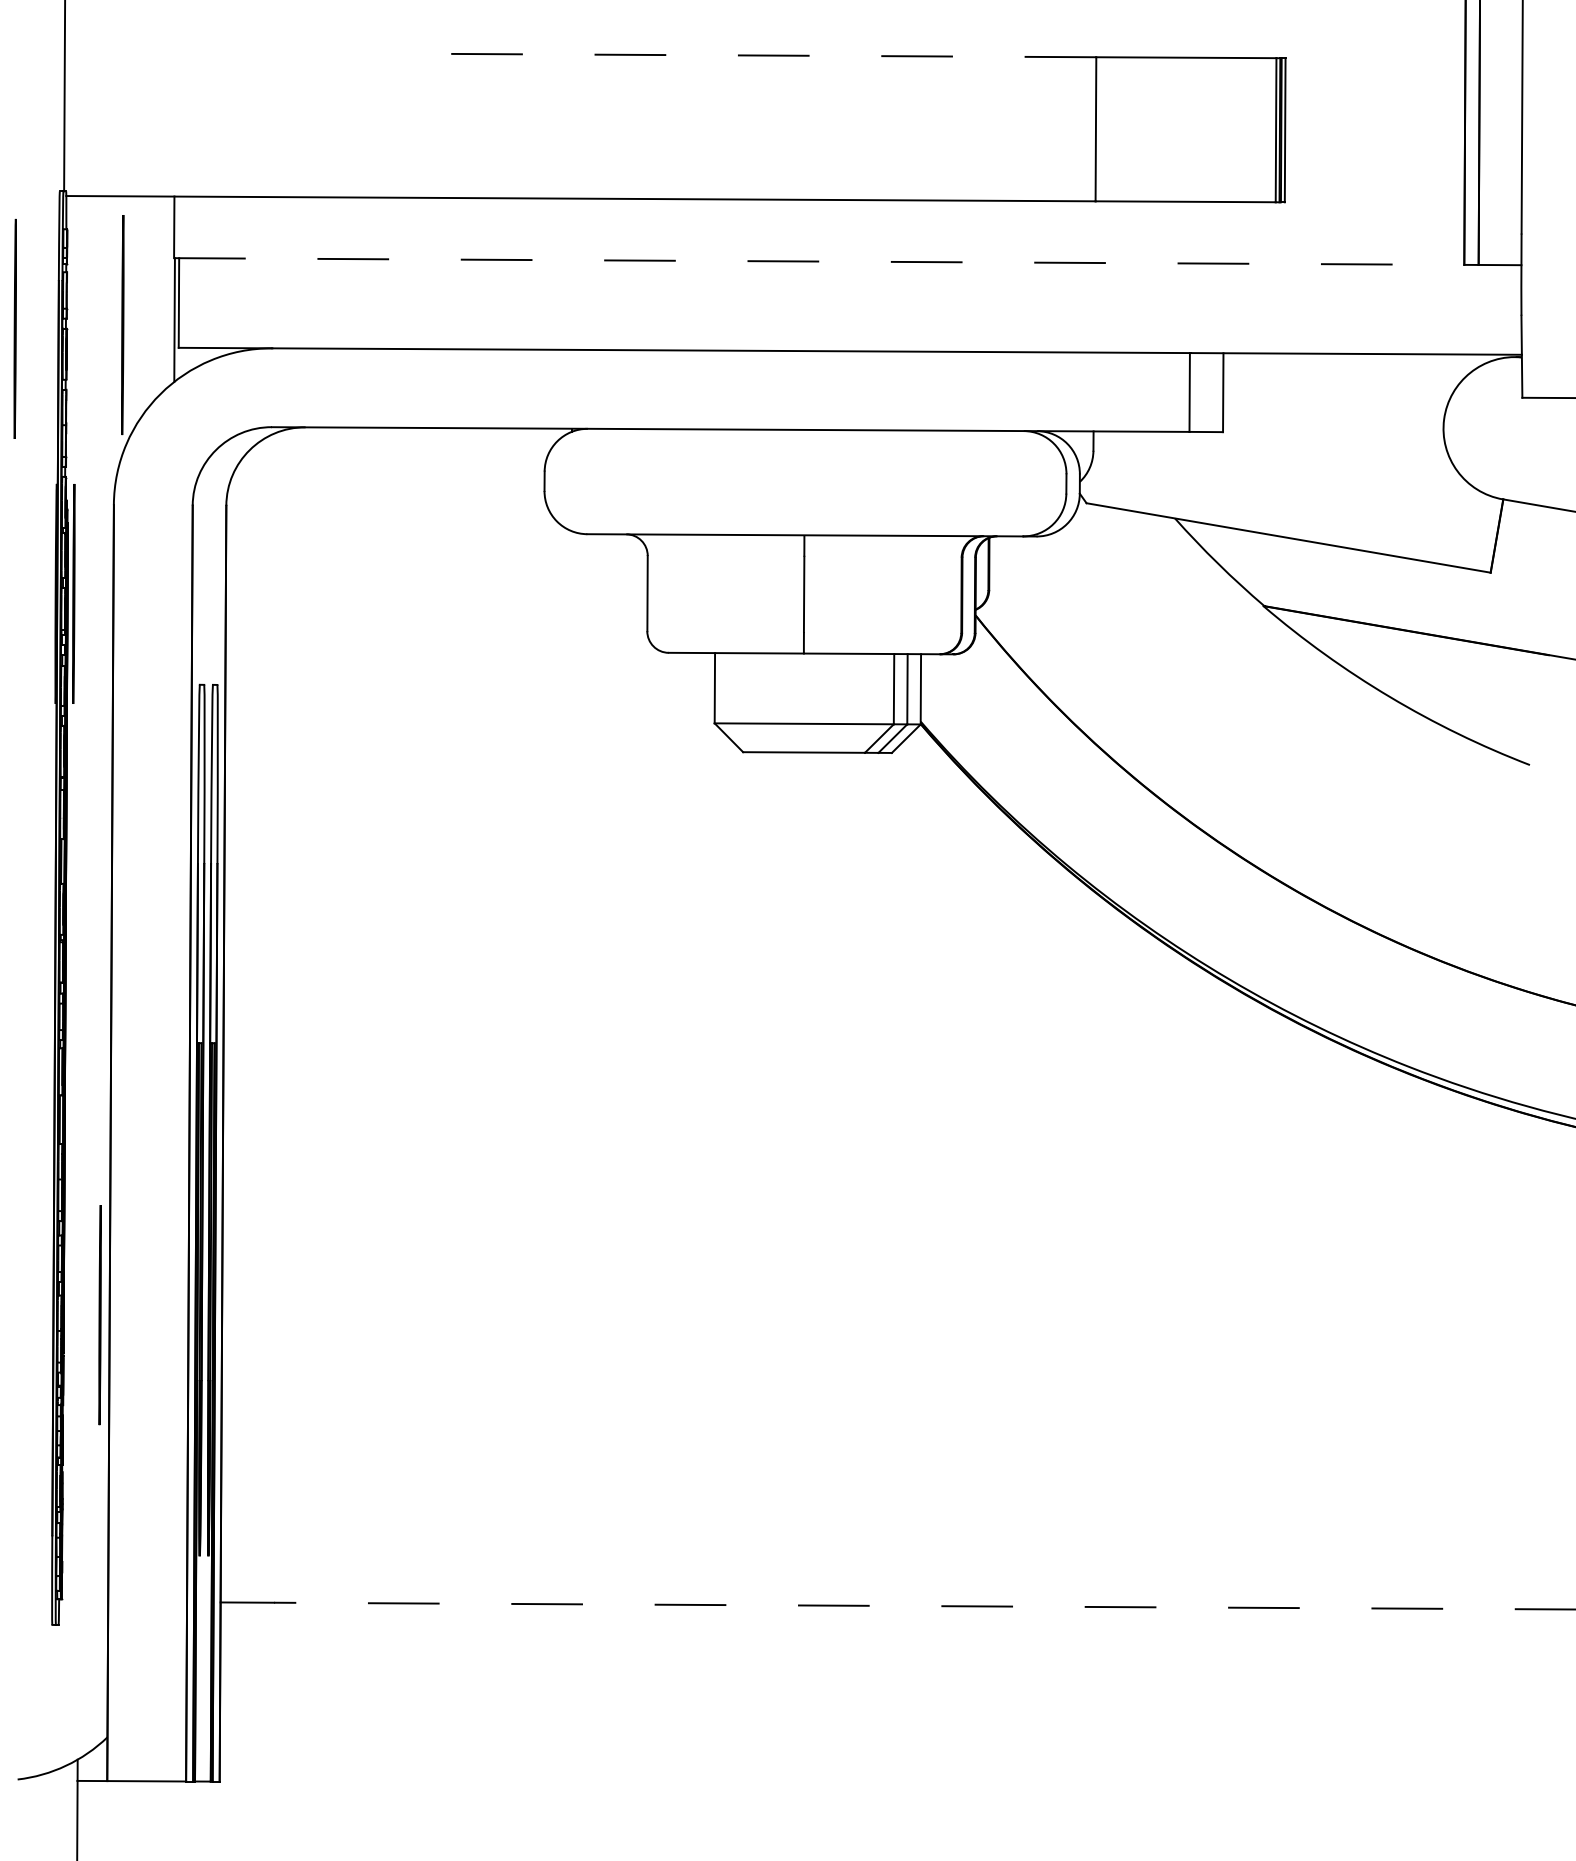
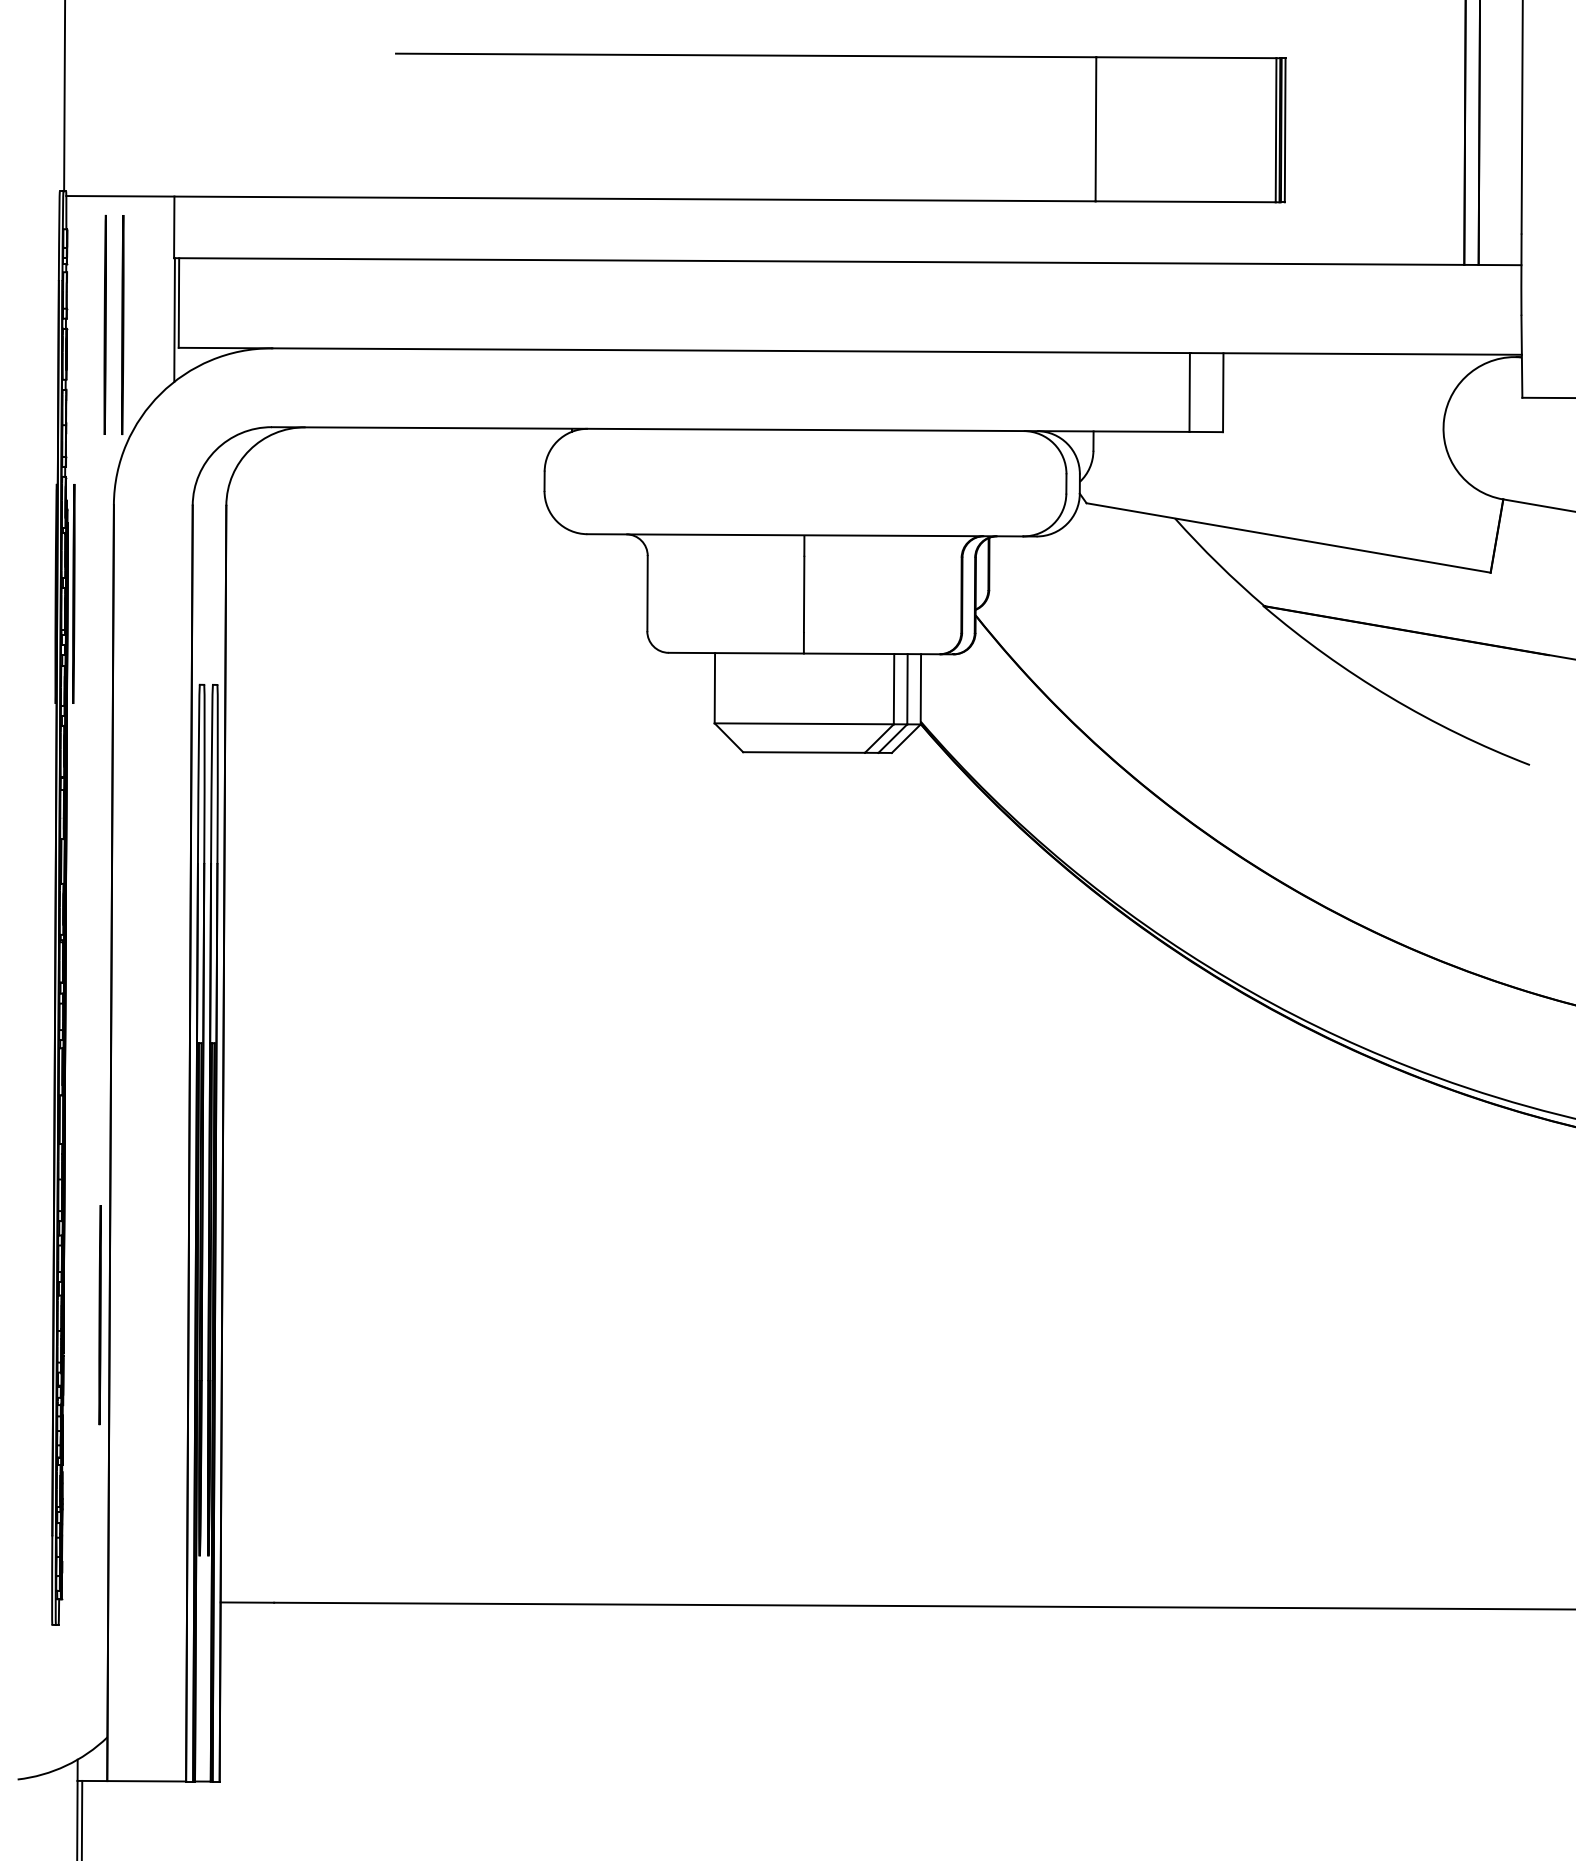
line at (745, 55): dashed -> solid
line at (819, 261): dashed -> solid
line at (14, 328) position: (14, 328) -> (104, 324)
line at (925, 1606): dashed -> solid
line at (81, 1818): none -> present
